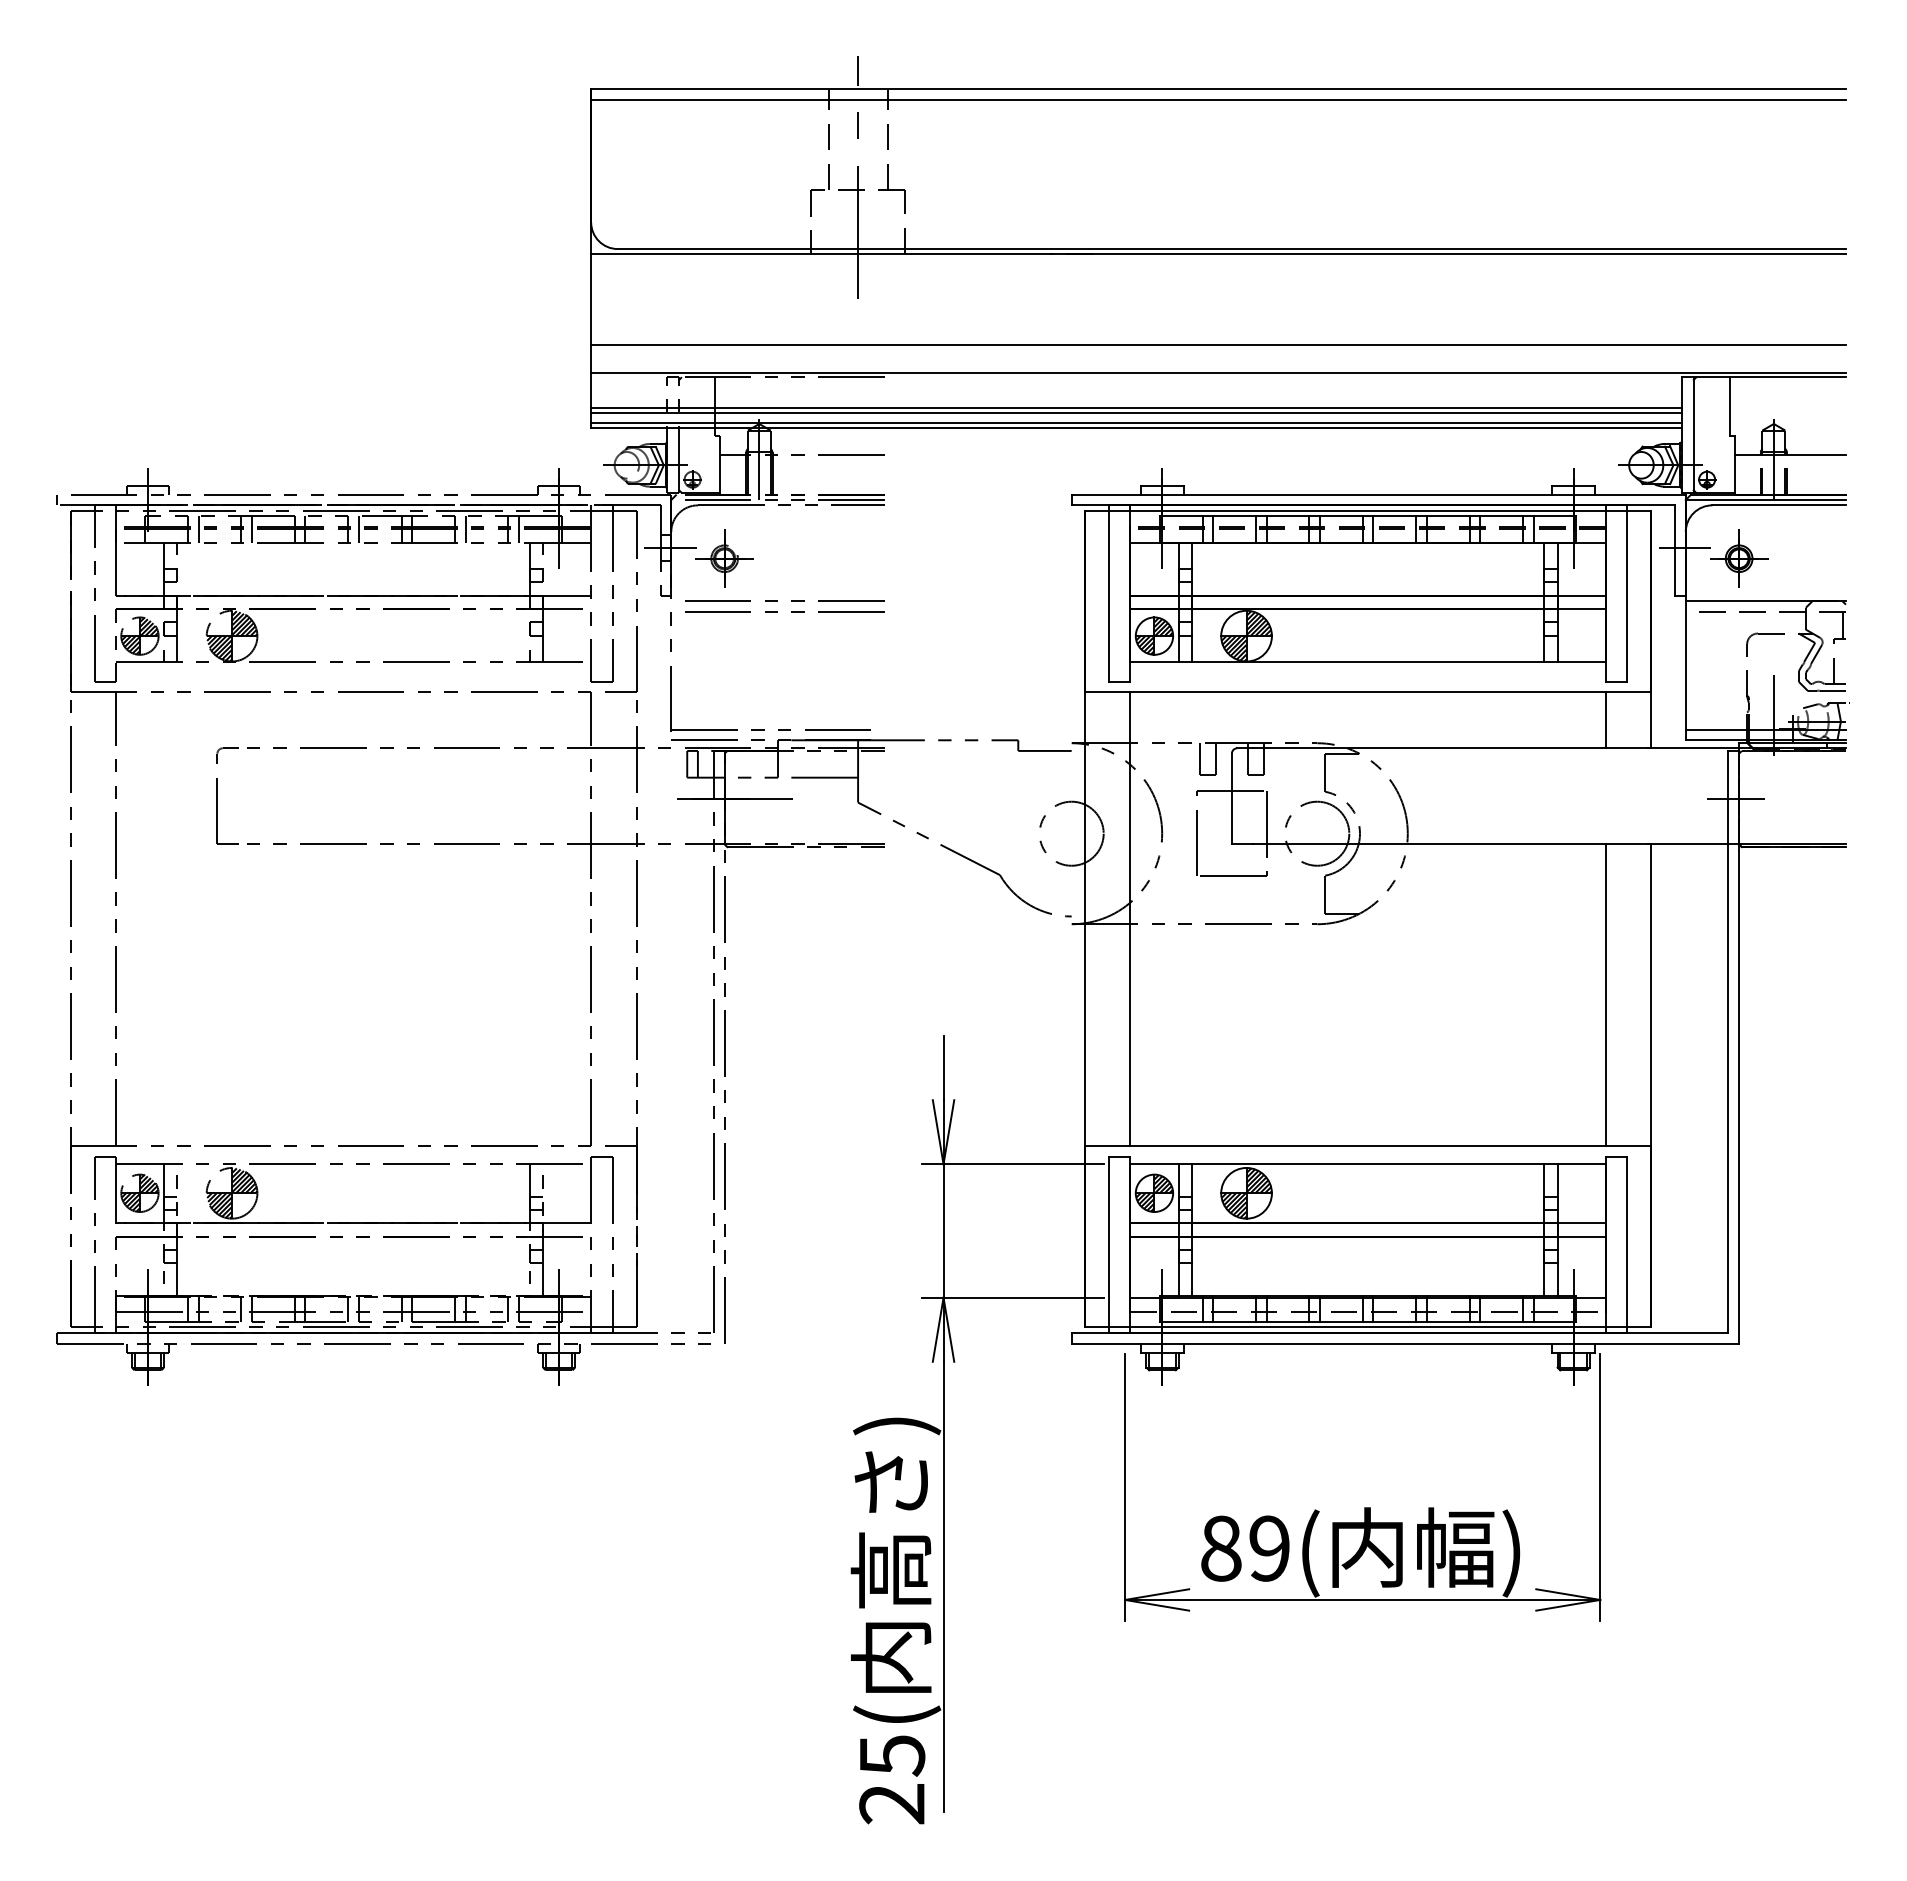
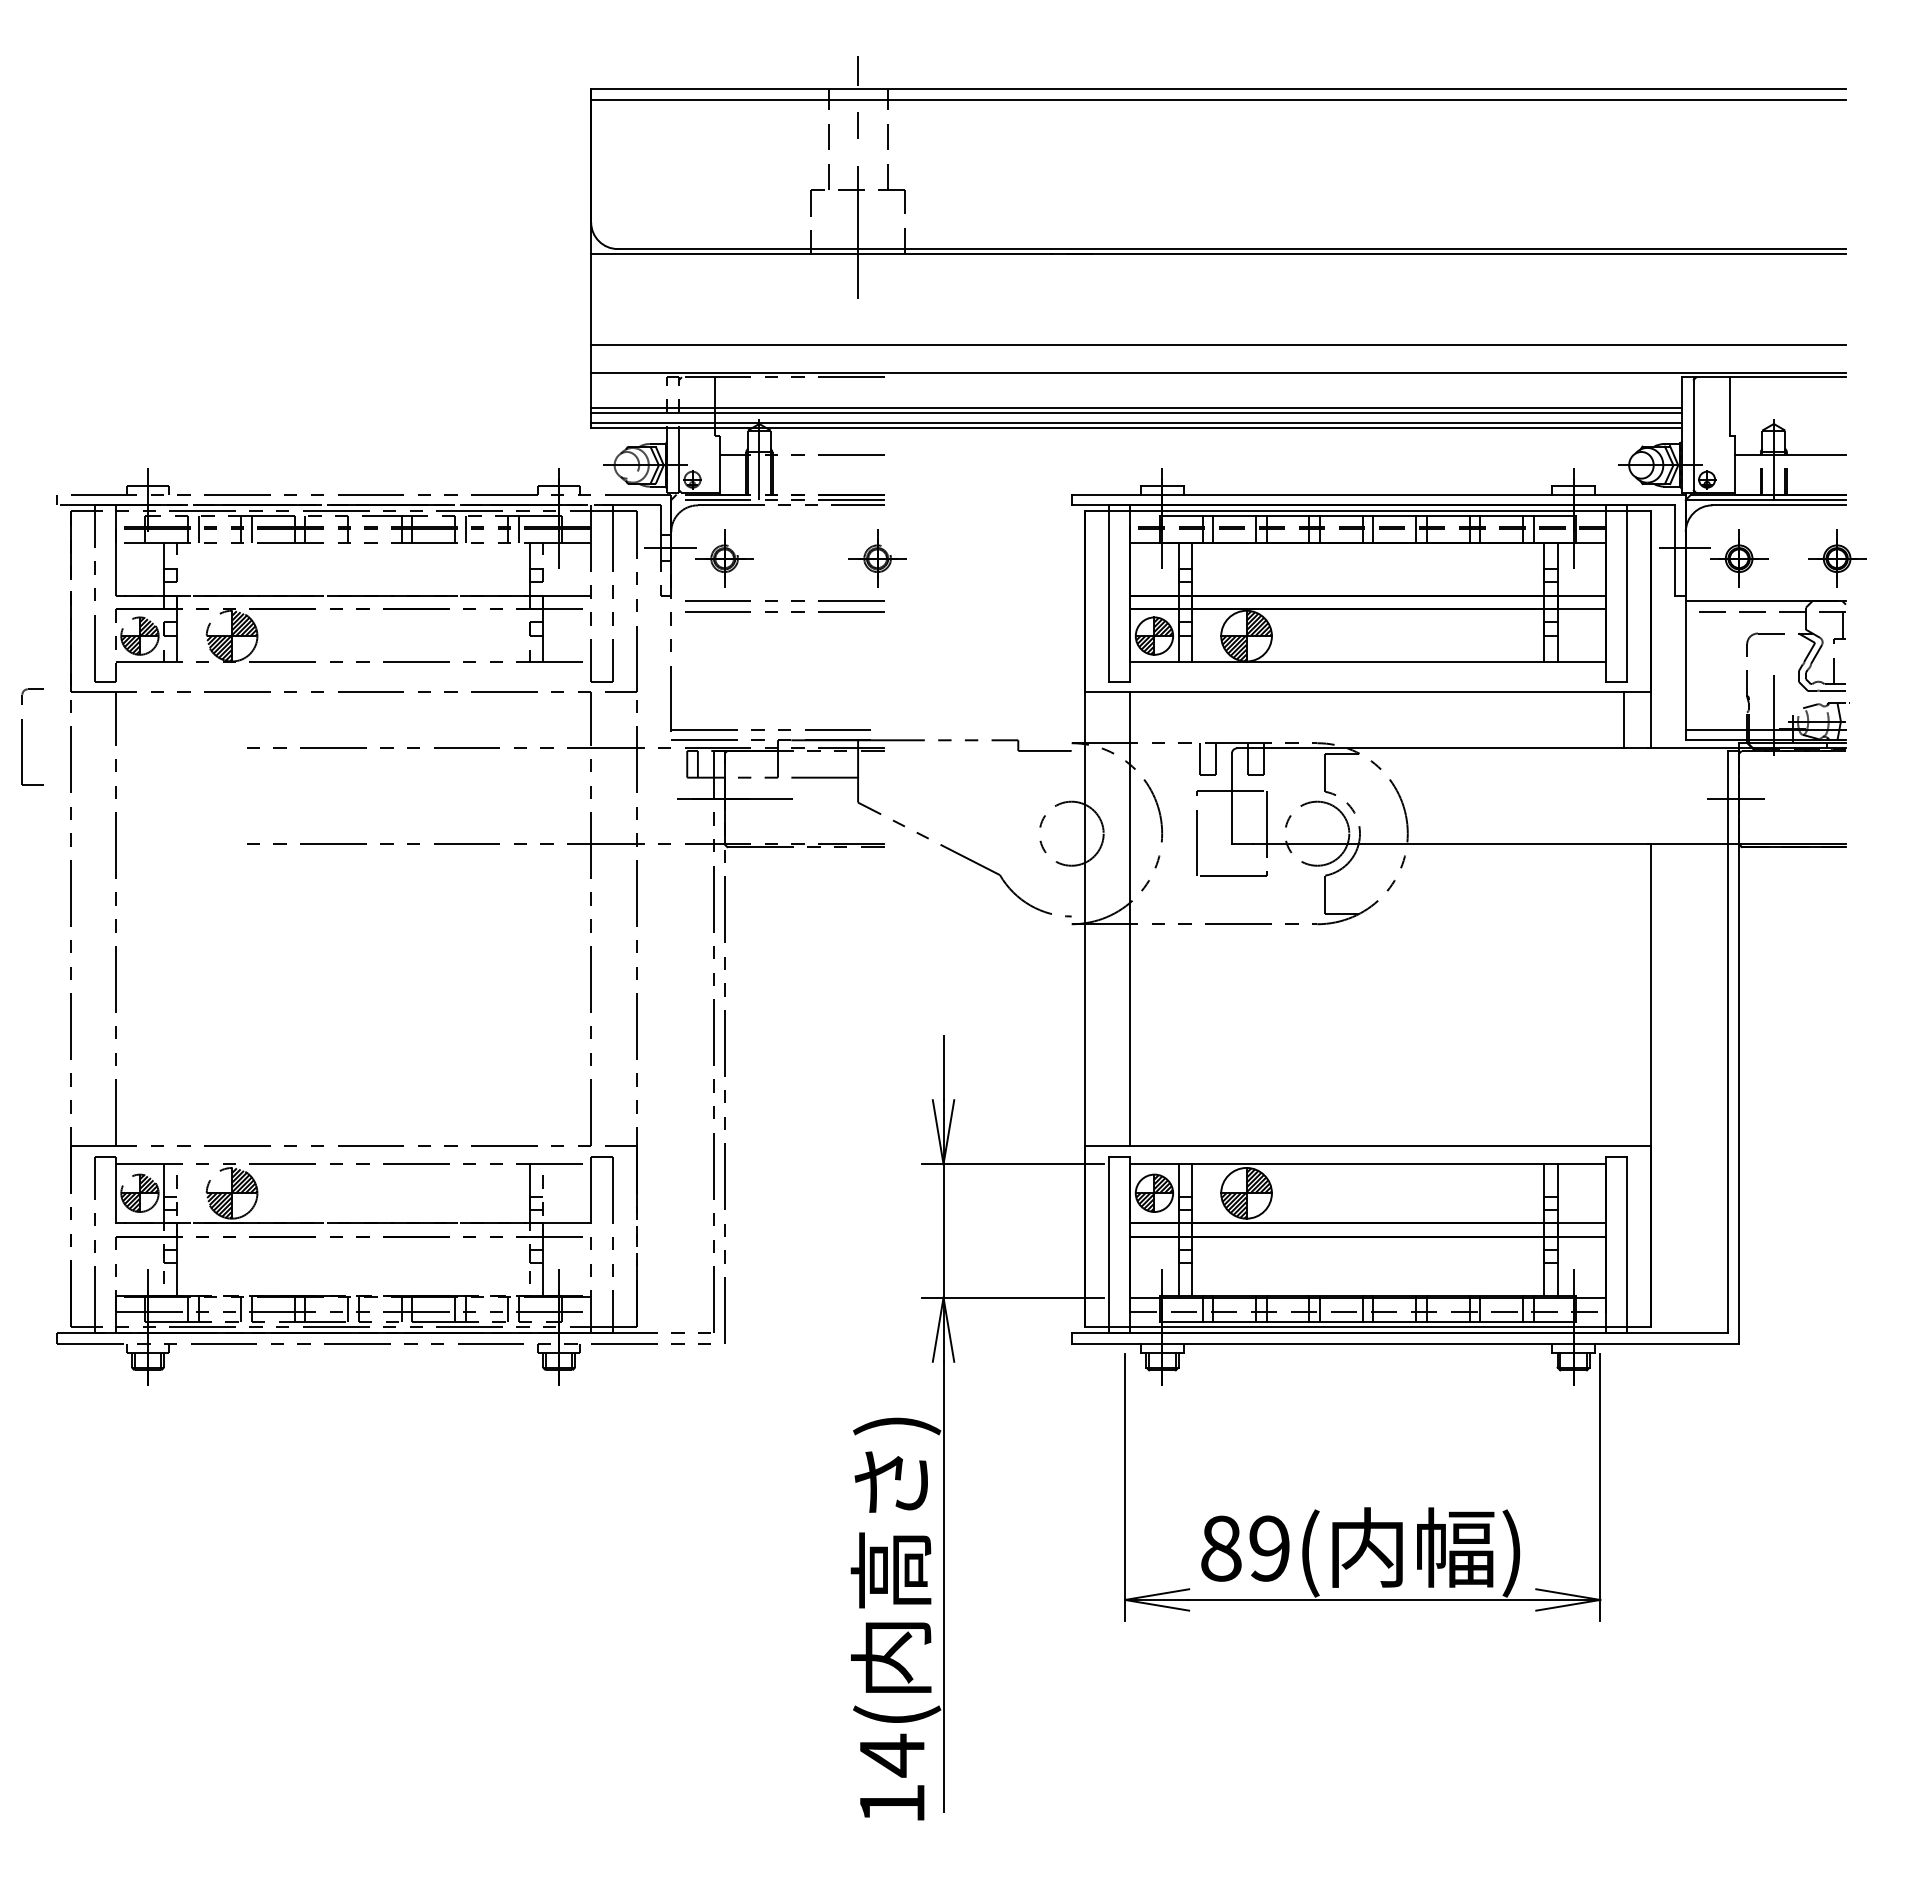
line at (358, 529): present -> none
part at (877, 558): none -> present
part at (1837, 558): none -> present
line at (1605, 720) position: (1605, 720) -> (1623, 720)
part at (217, 795) position: (217, 795) -> (22, 736)
line at (1605, 995): present -> none
text at (892, 1778): 25( -> 14(
